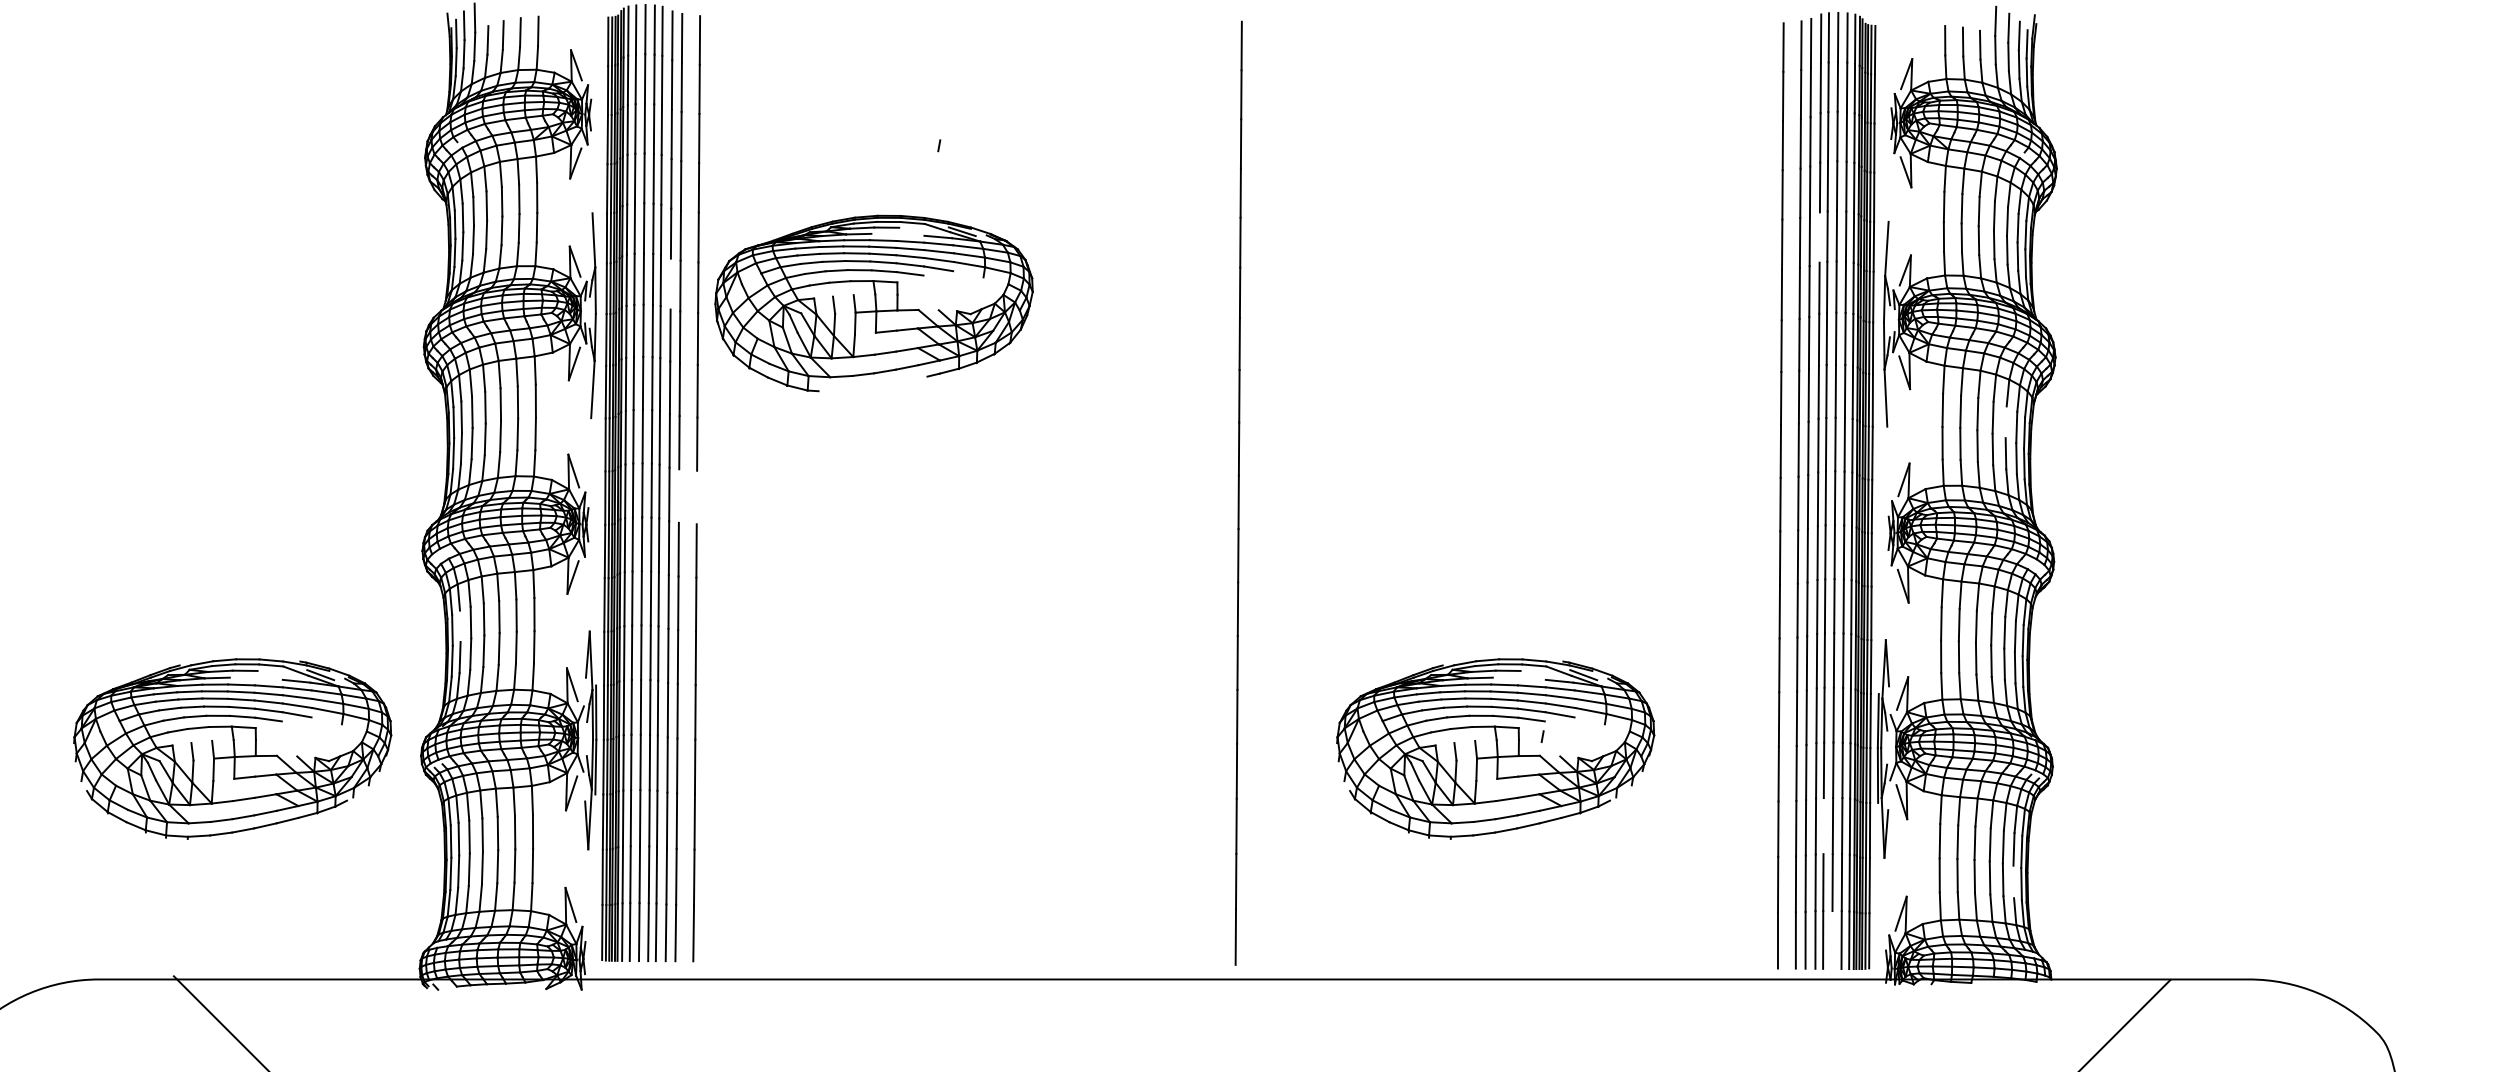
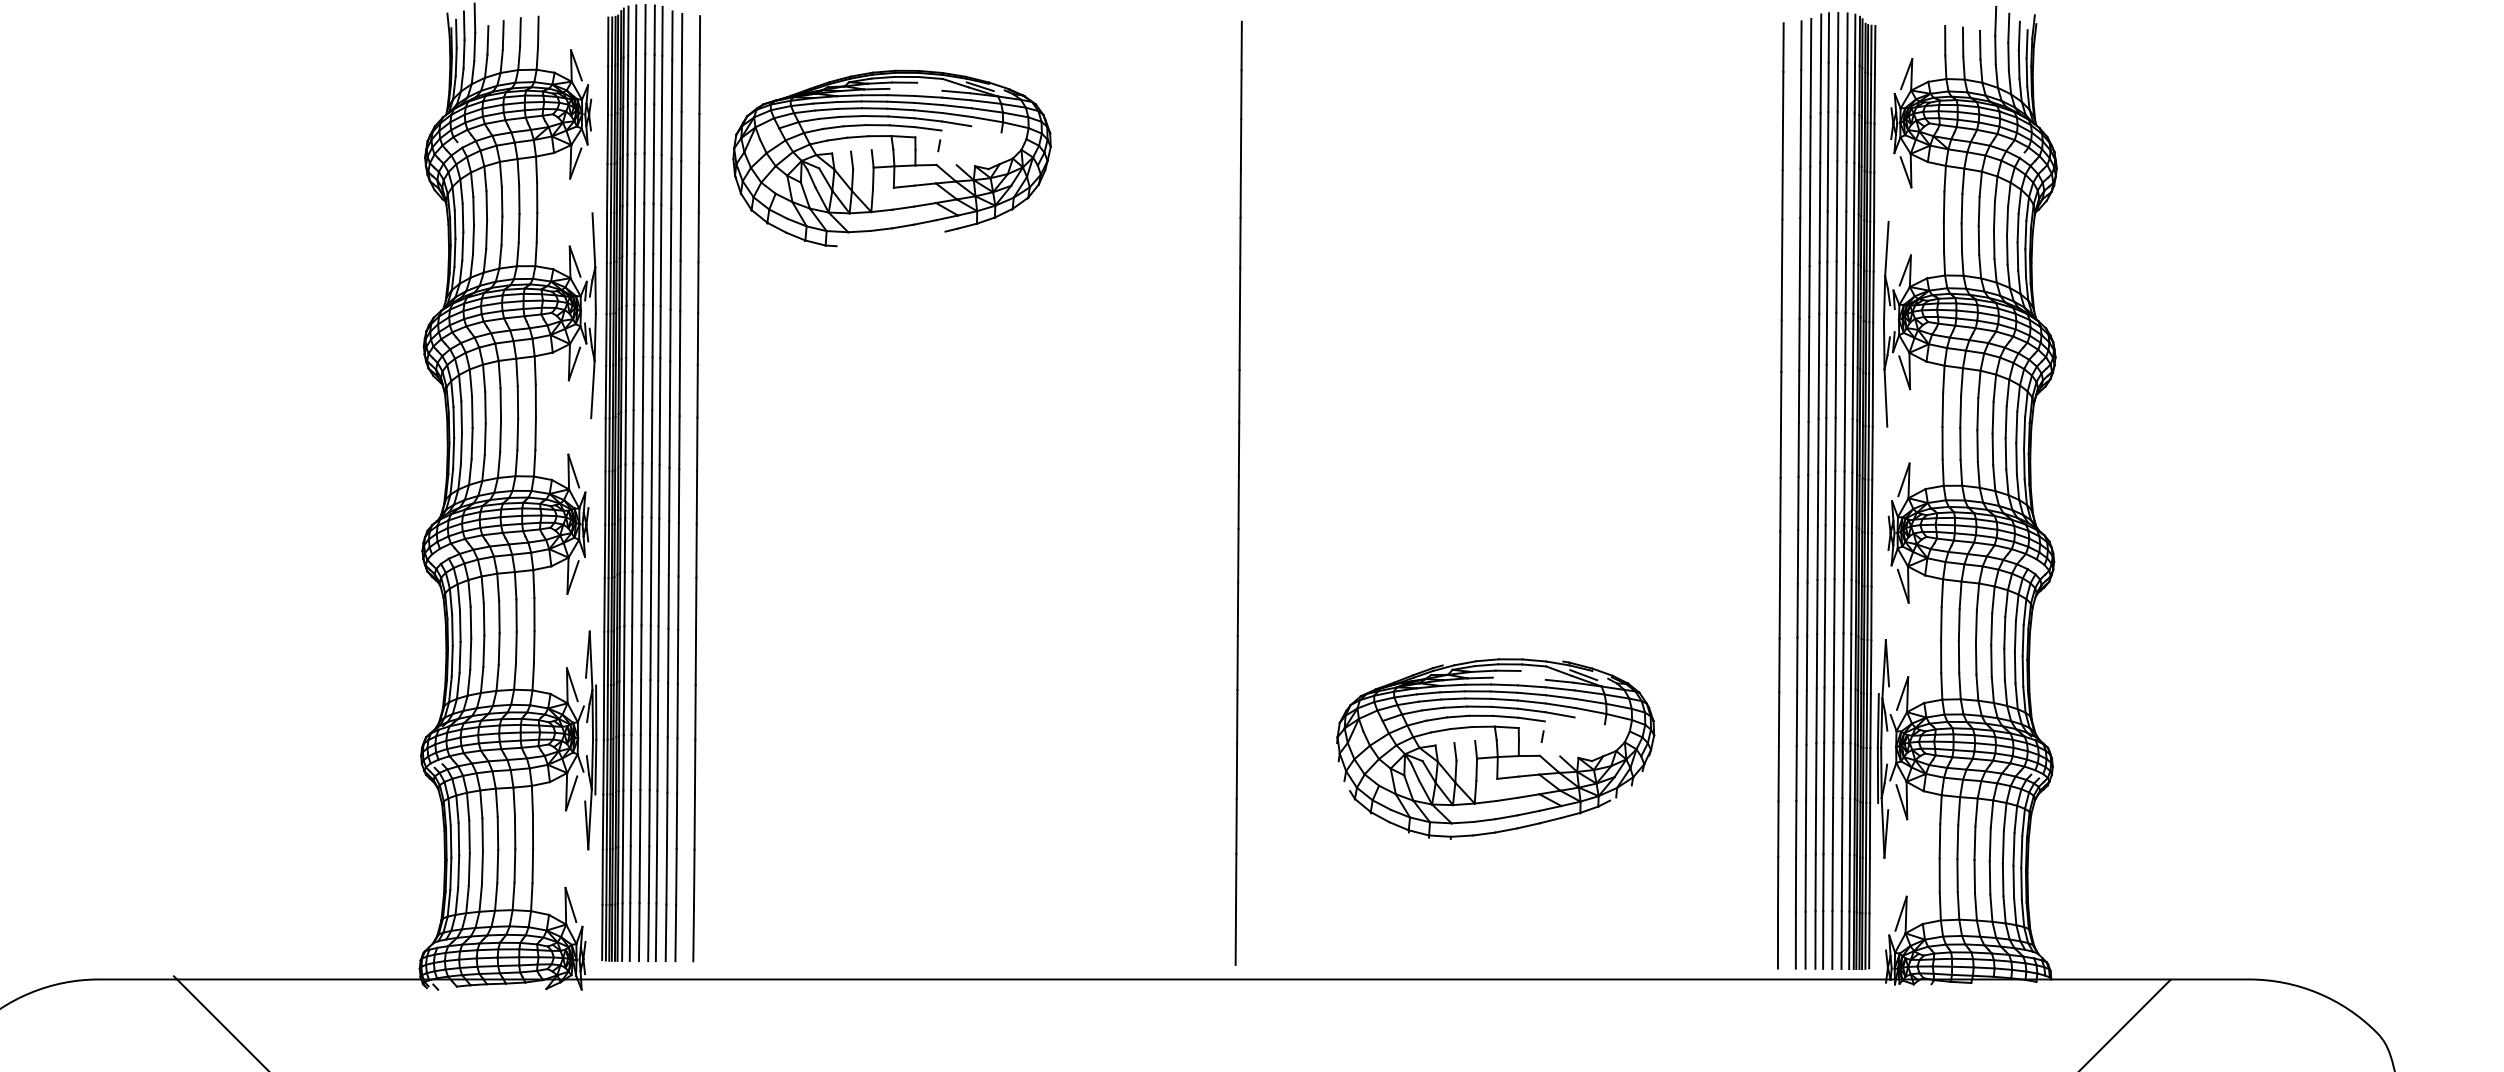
line at (1819, 237): none -> present
line at (670, 283): none -> present
part at (873, 303) position: (873, 303) -> (891, 158)
line at (2005, 422): none -> present
line at (678, 495): none -> present
line at (696, 497): none -> present
line at (460, 625): none -> present
part at (232, 748): present -> none
line at (1823, 826): none -> present
line at (2013, 881): none -> present
line at (1832, 939): none -> present
